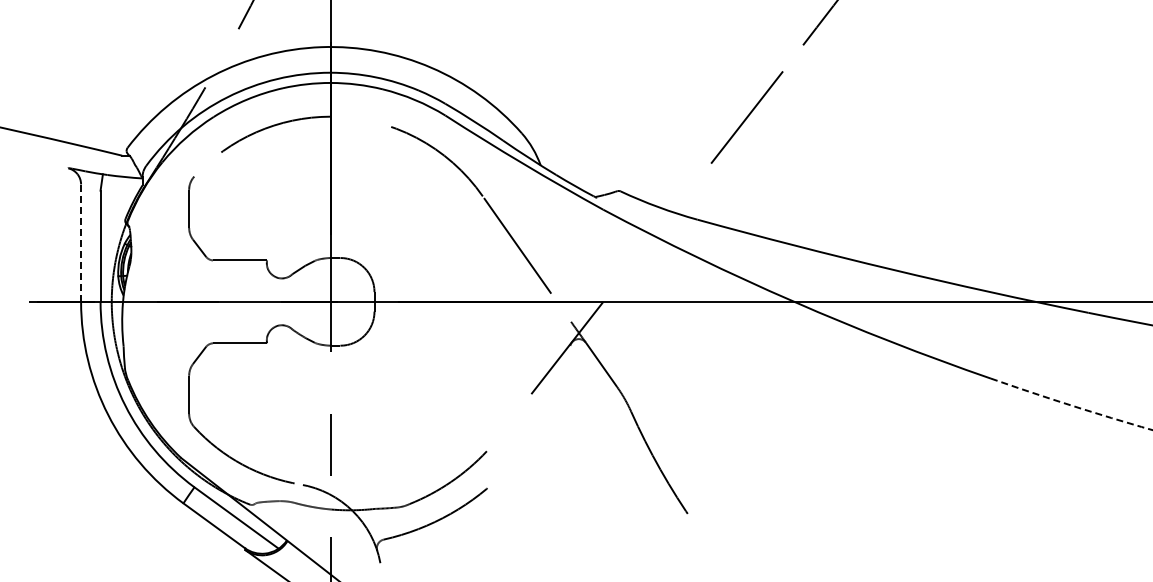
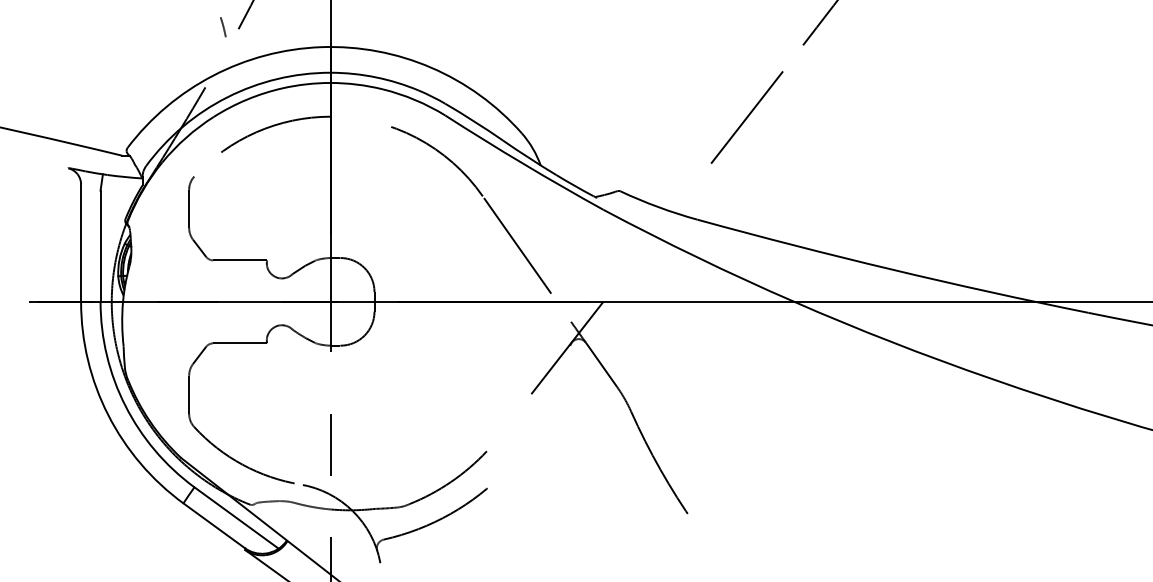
line at (223, 27): none -> present
line at (81, 243): dashed -> solid
arc at (1071, 405): dashed -> solid
